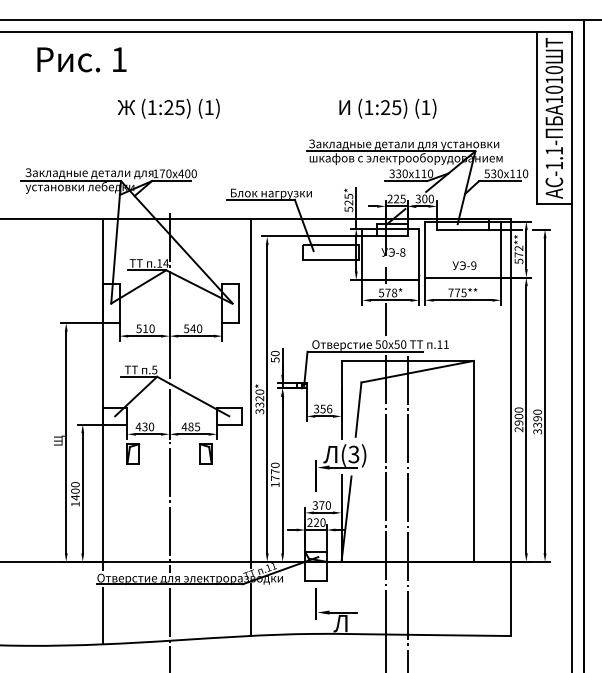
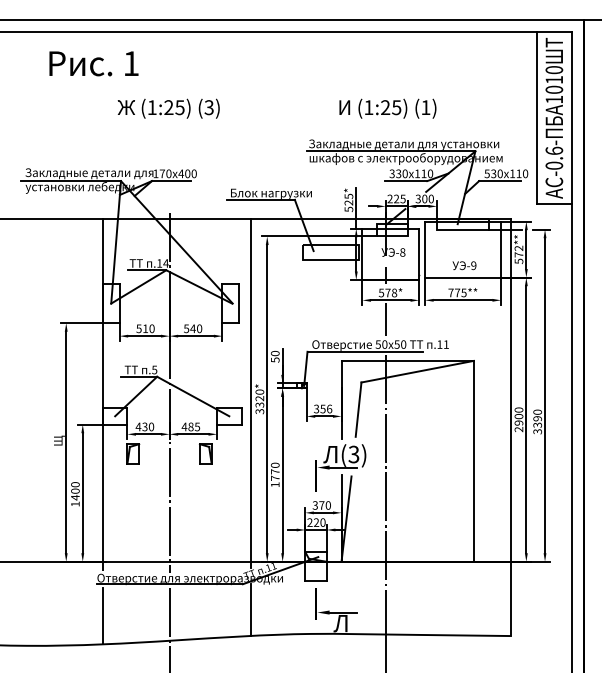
text at (81, 59) position: (81, 59) -> (93, 63)
text at (208, 107): (1) -> (3)
text at (554, 157): -1.1- -> -0.6-
line at (407, 512): present -> none
